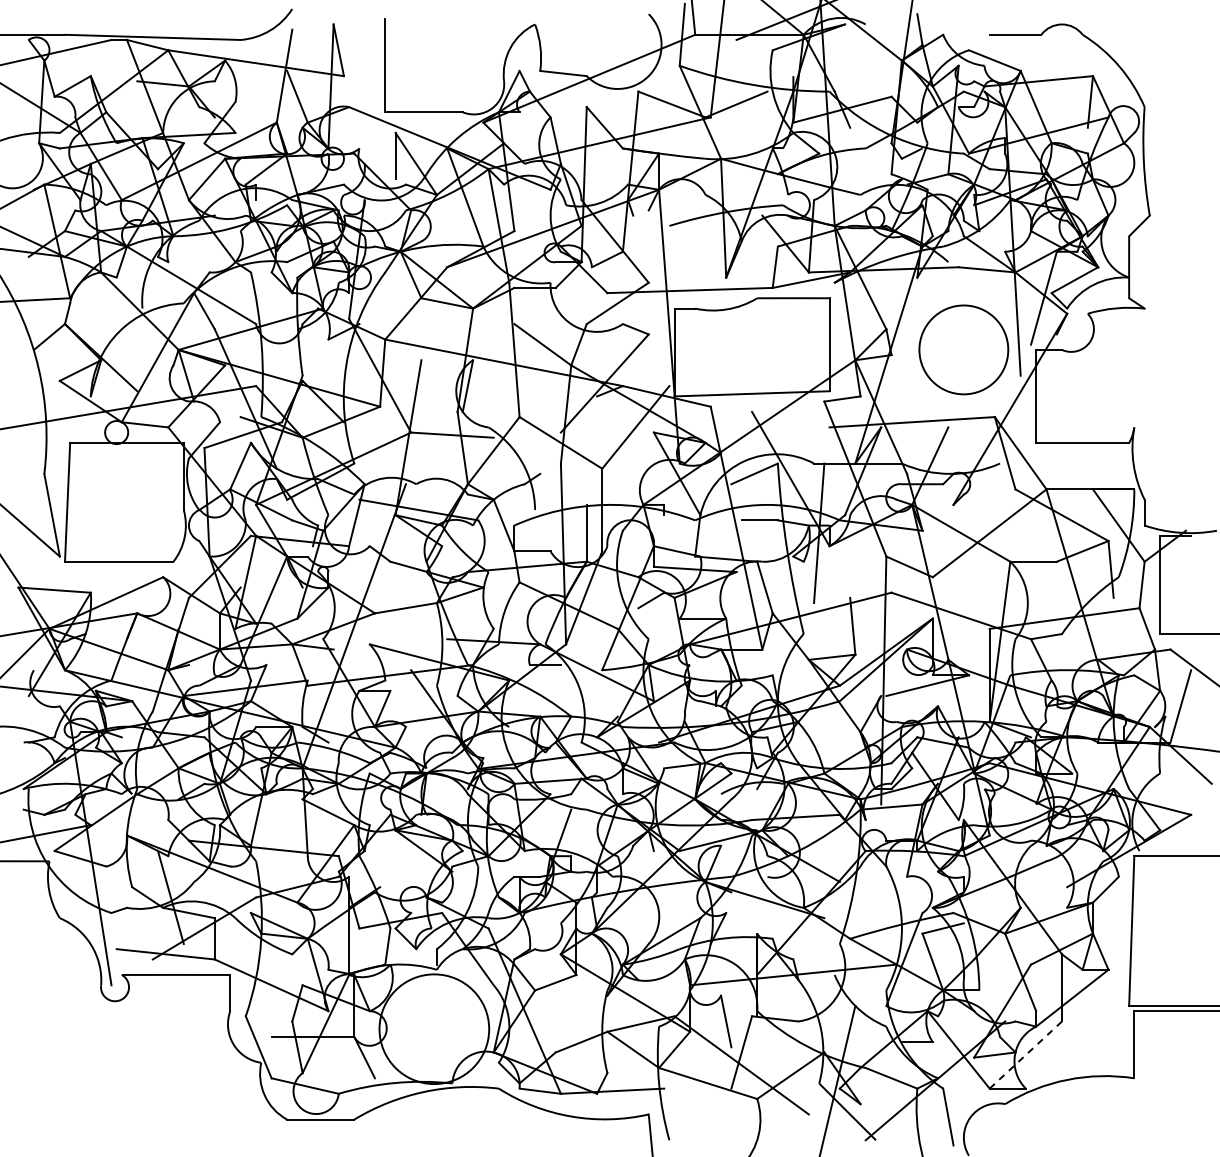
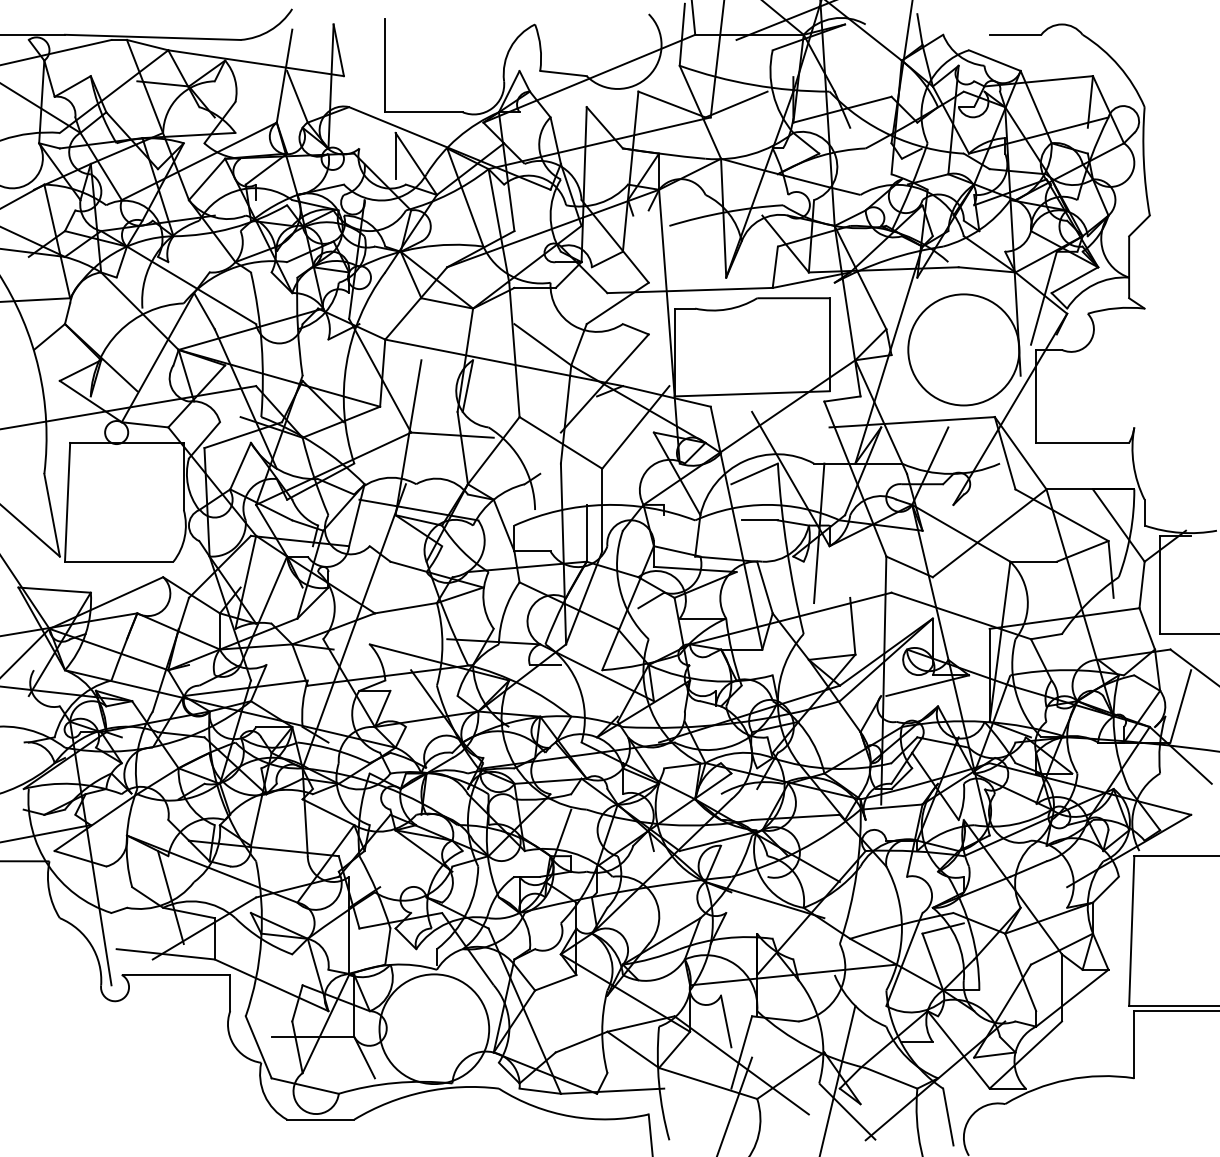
circle at (963, 349) diameter: 89 px -> 111 px
line at (1025, 1055): dashed -> solid
line at (735, 1105): none -> present
